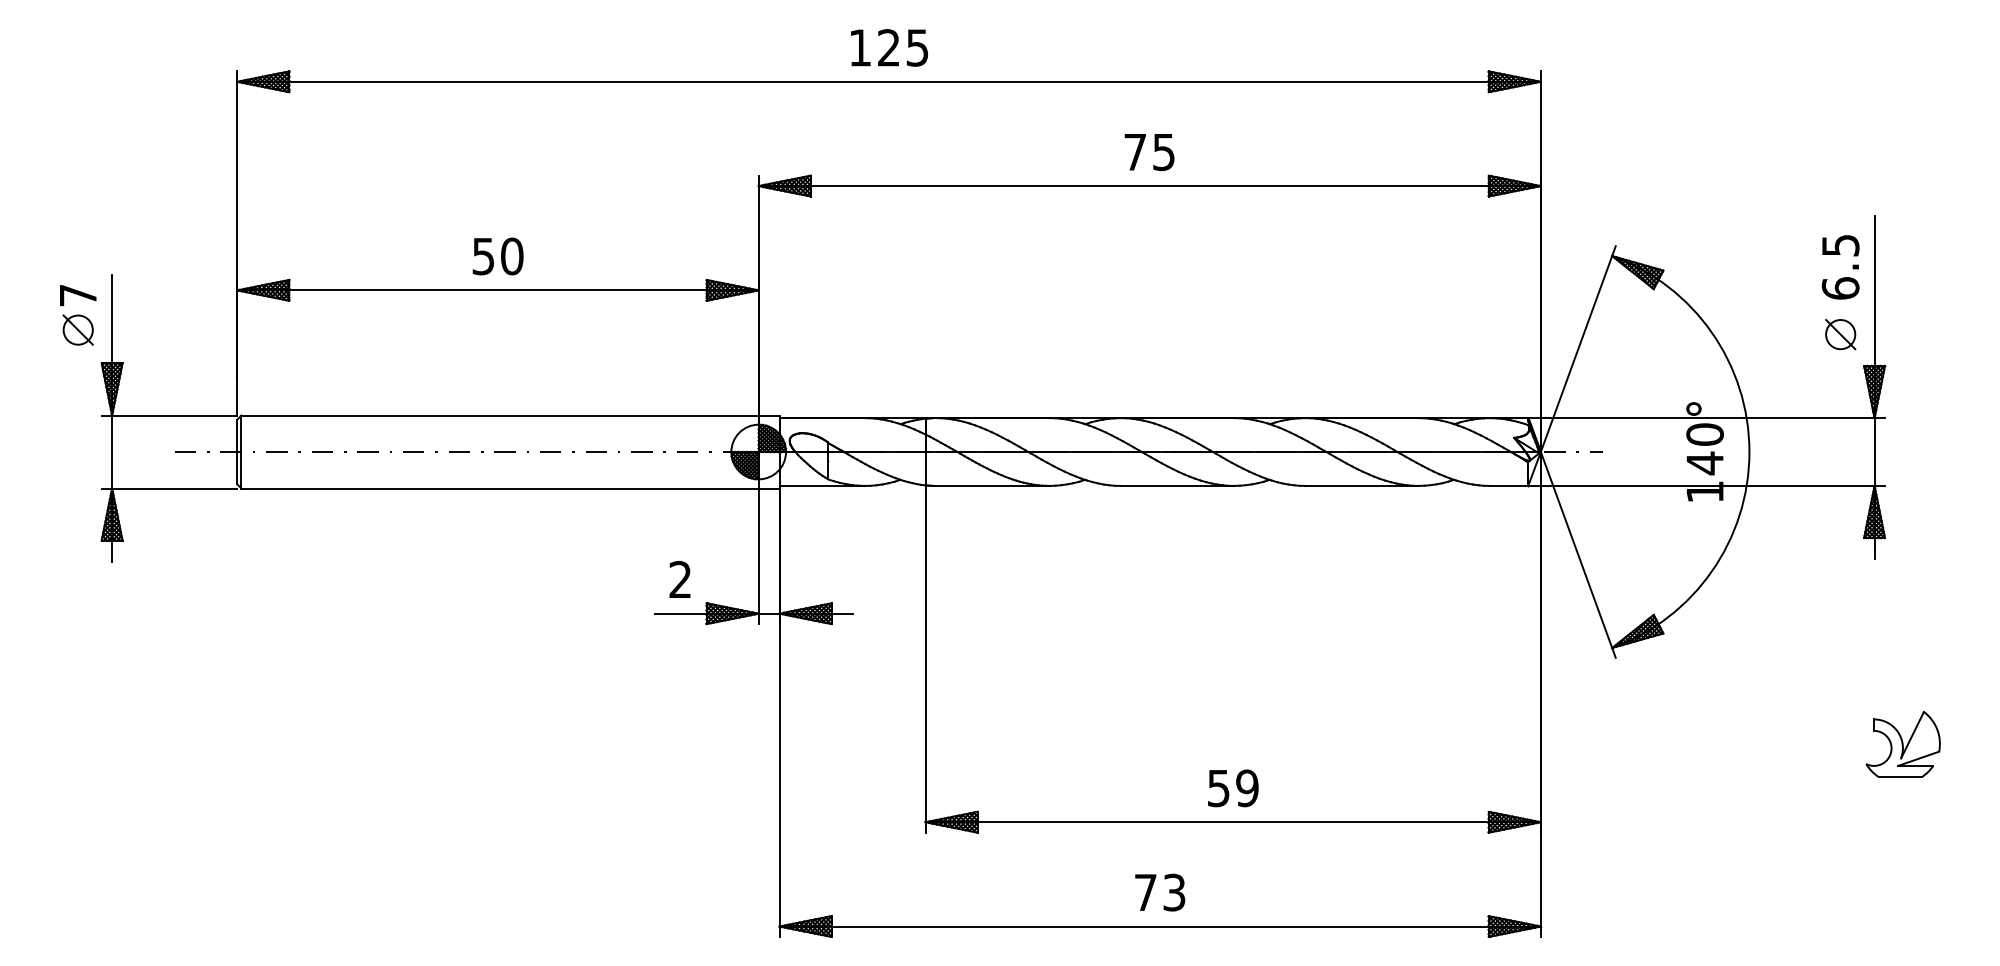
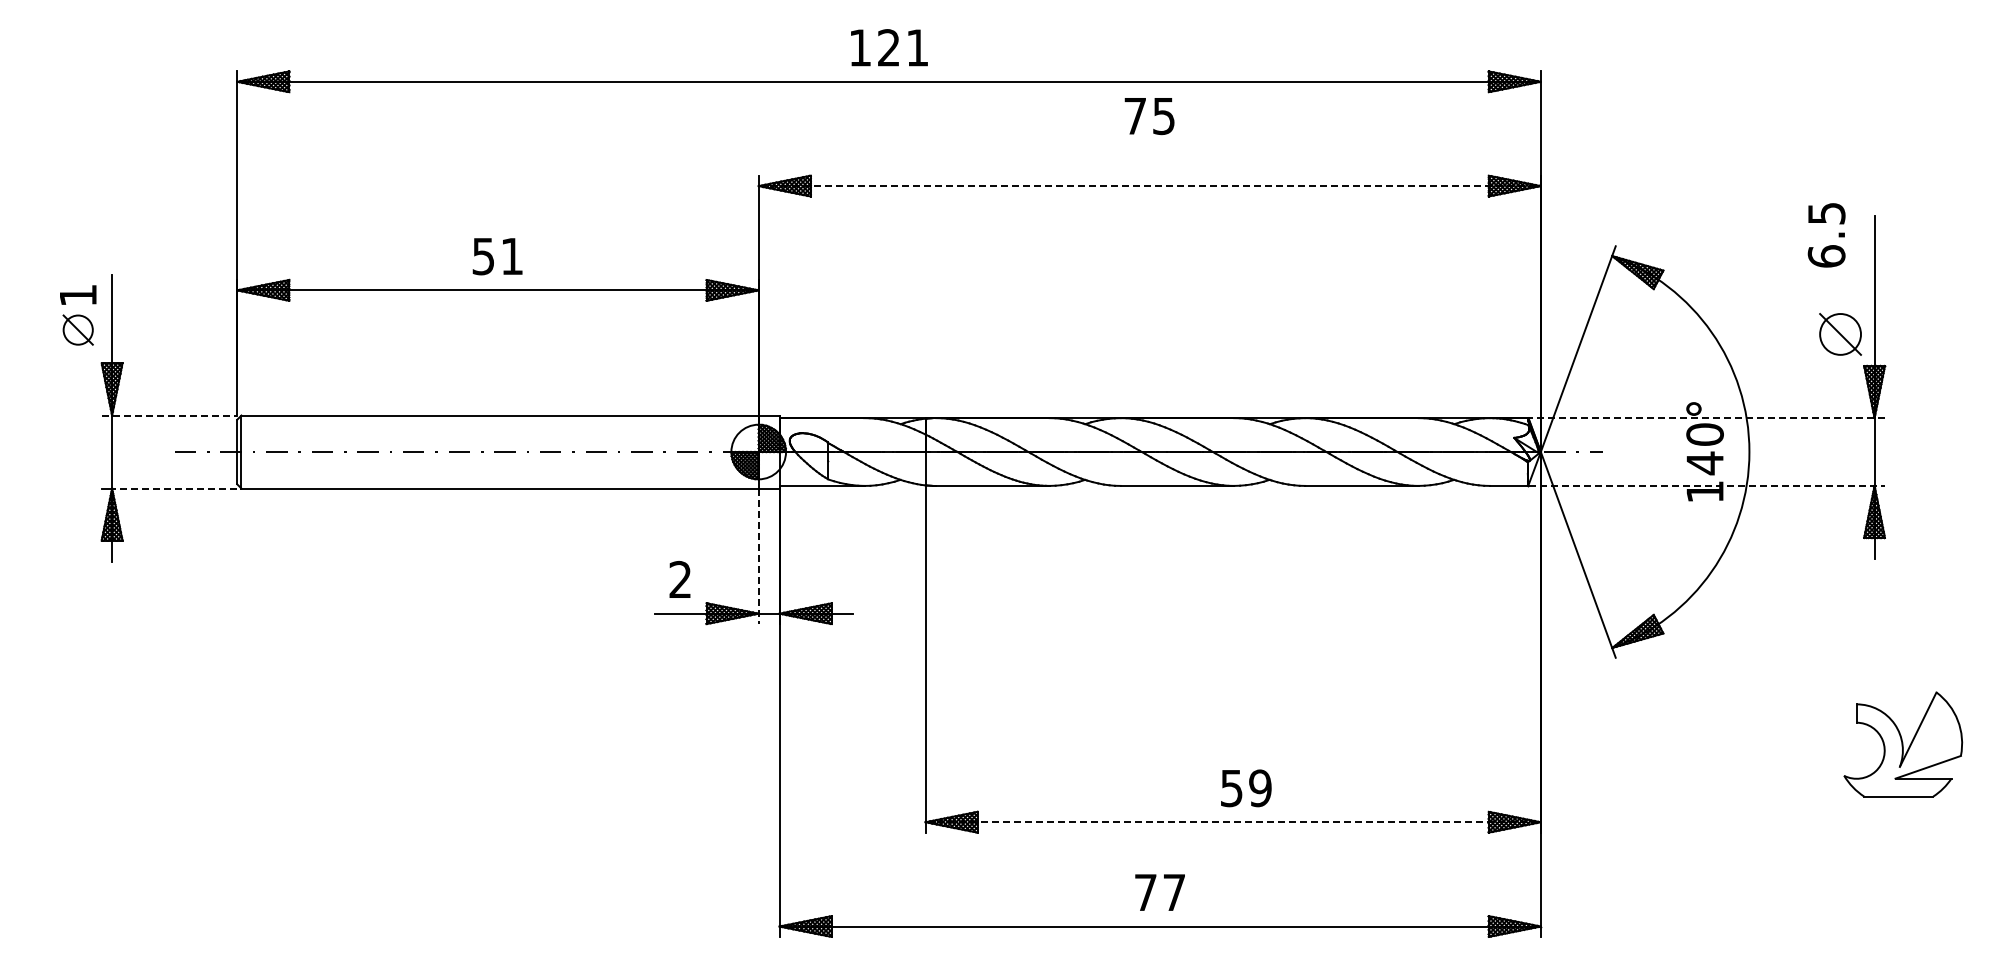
text at (917, 47): 125 -> 121
text at (1149, 152) position: (1149, 152) -> (1149, 116)
line at (1150, 186): solid -> dashed
text at (512, 256): 50 -> 51
text at (1840, 267) position: (1840, 267) -> (1826, 235)
text at (78, 295): 7 -> 1
part at (1840, 334) size: 32x32 px -> 43x43 px
line at (169, 415): solid -> dashed
line at (1706, 418): solid -> dashed
line at (1707, 485): solid -> dashed
line at (174, 488): solid -> dashed
line at (758, 556): solid -> dashed
part at (1902, 744) size: 76x67 px -> 121x107 px
text at (1233, 788) position: (1233, 788) -> (1246, 788)
line at (1233, 822): solid -> dashed
text at (1174, 892): 73 -> 77
